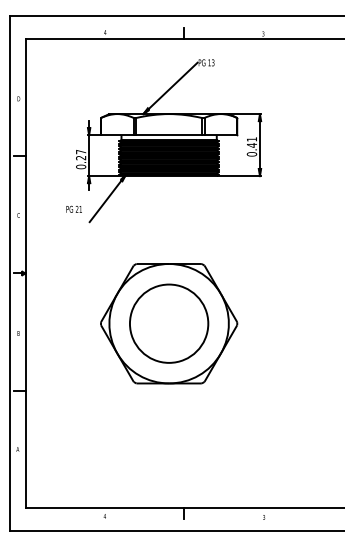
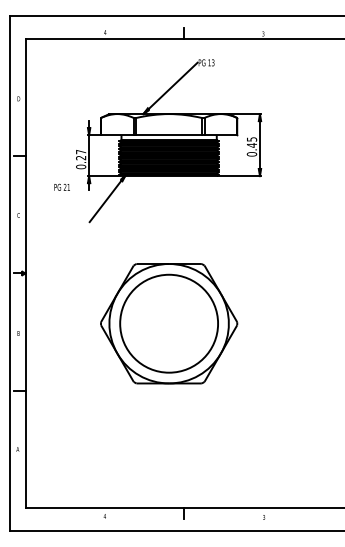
text at (252, 139): 0.41 -> 0.45
text at (73, 208) position: (73, 208) -> (61, 186)
circle at (168, 323) diameter: 78 px -> 98 px
